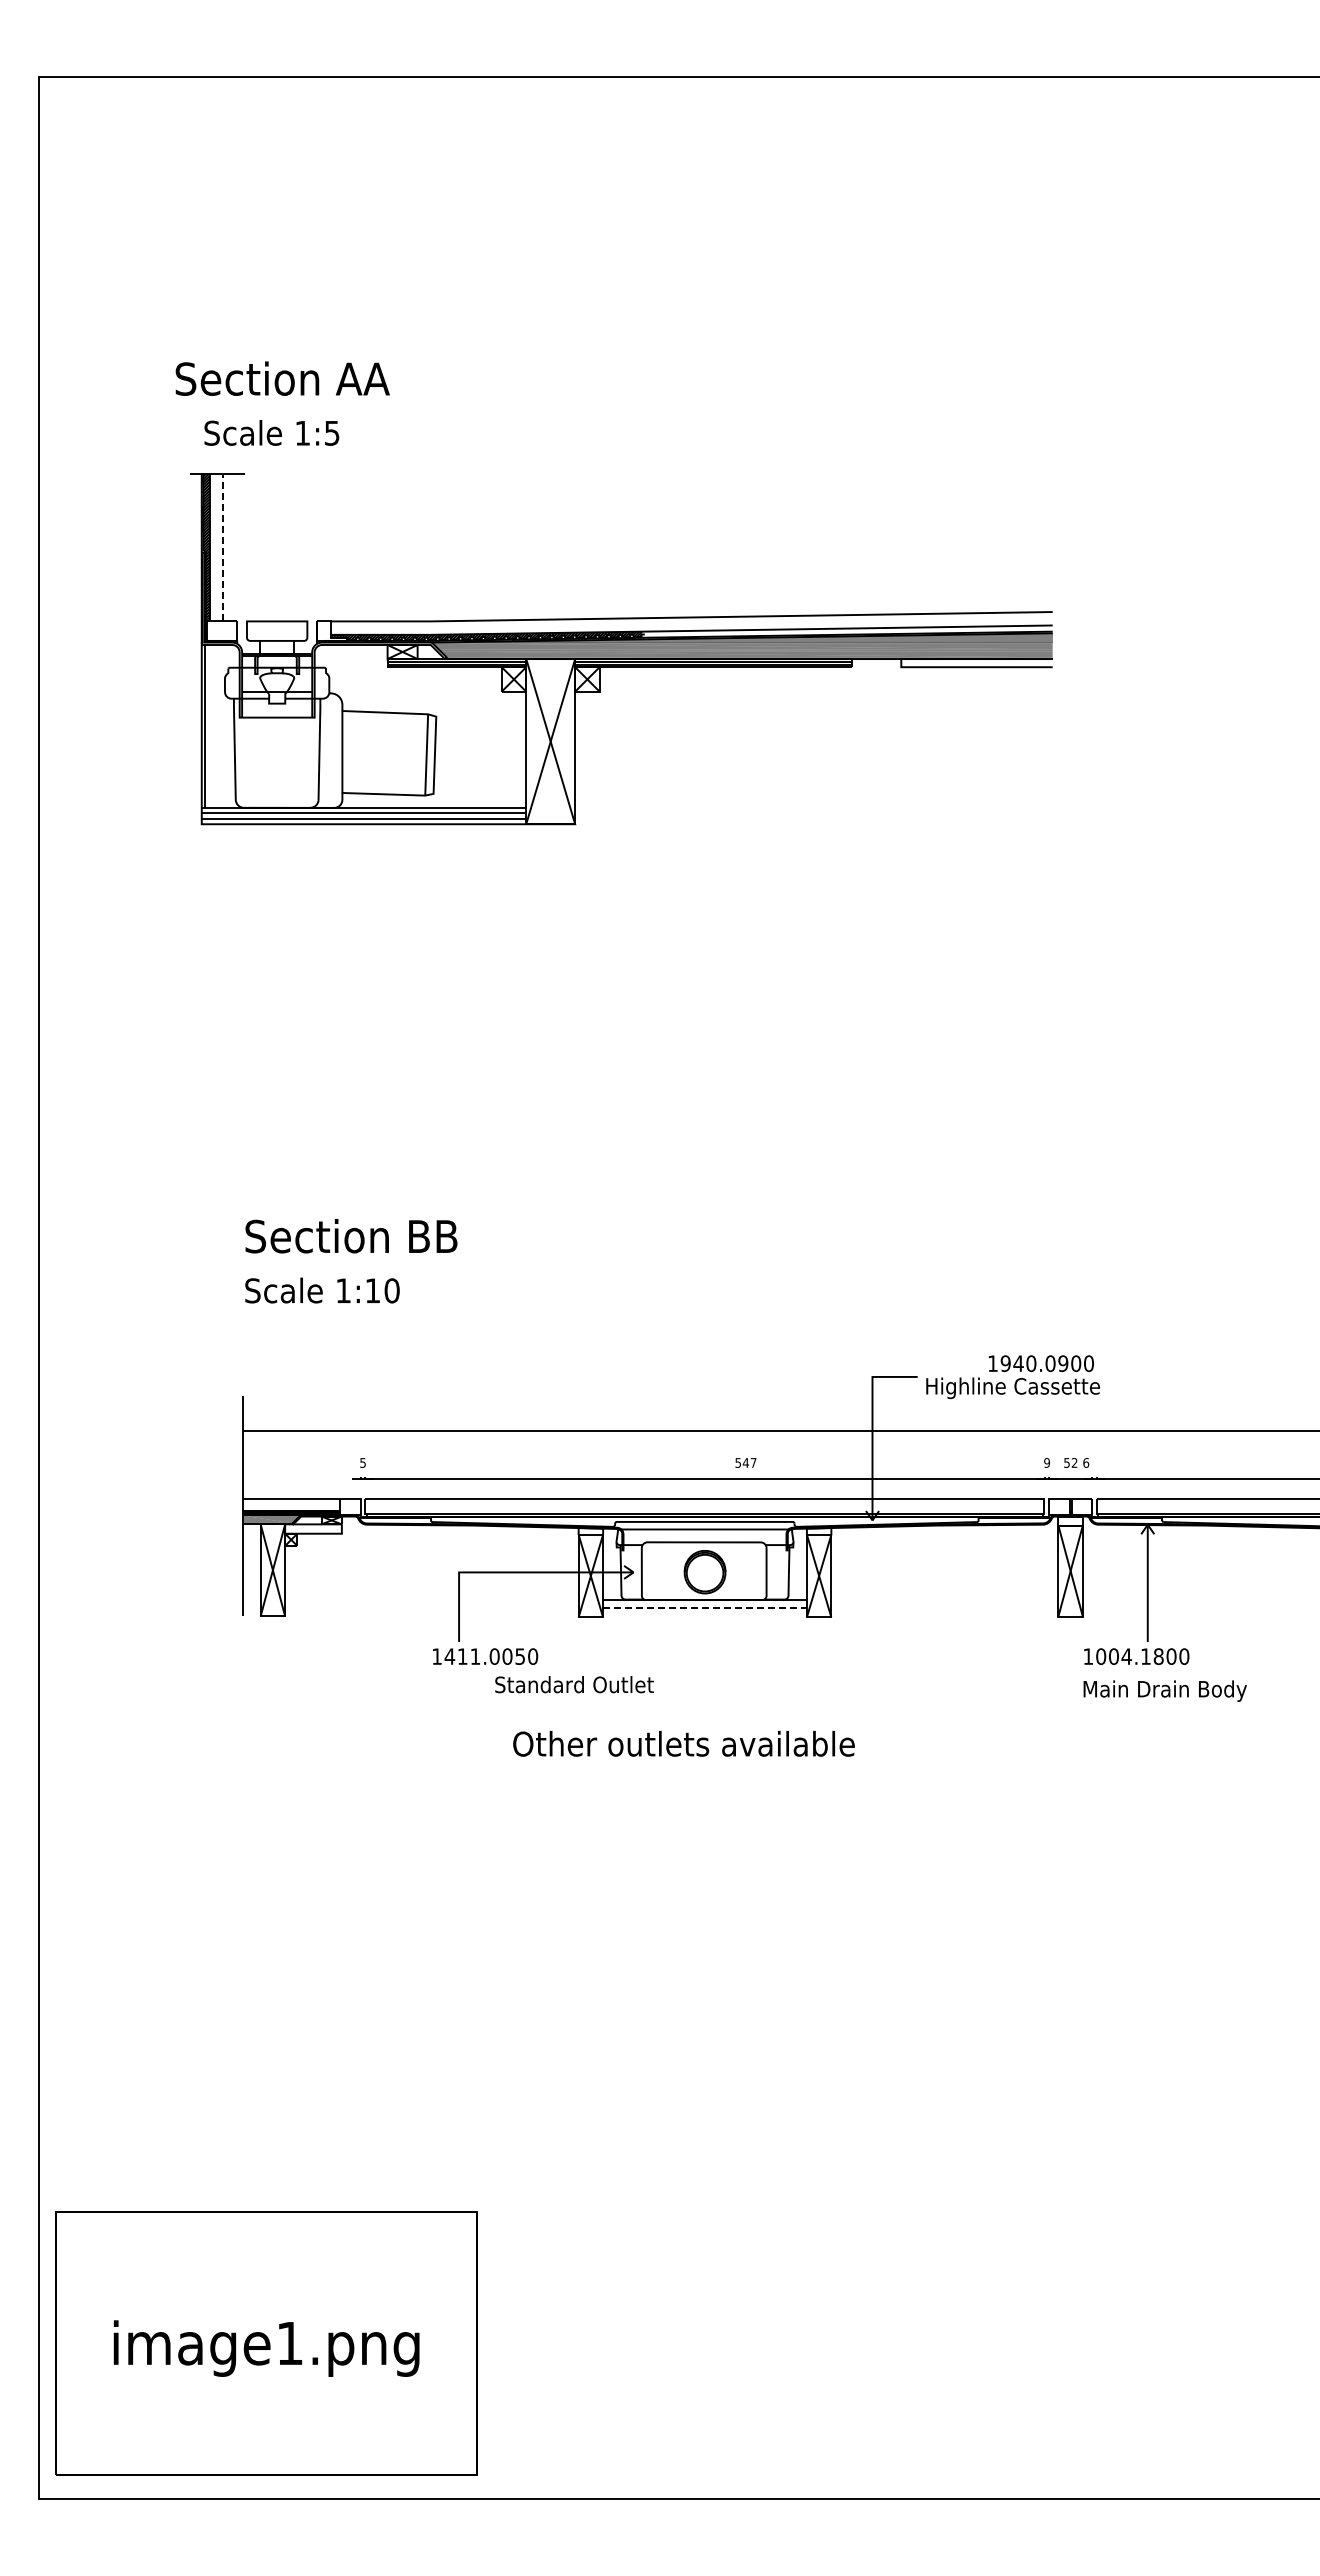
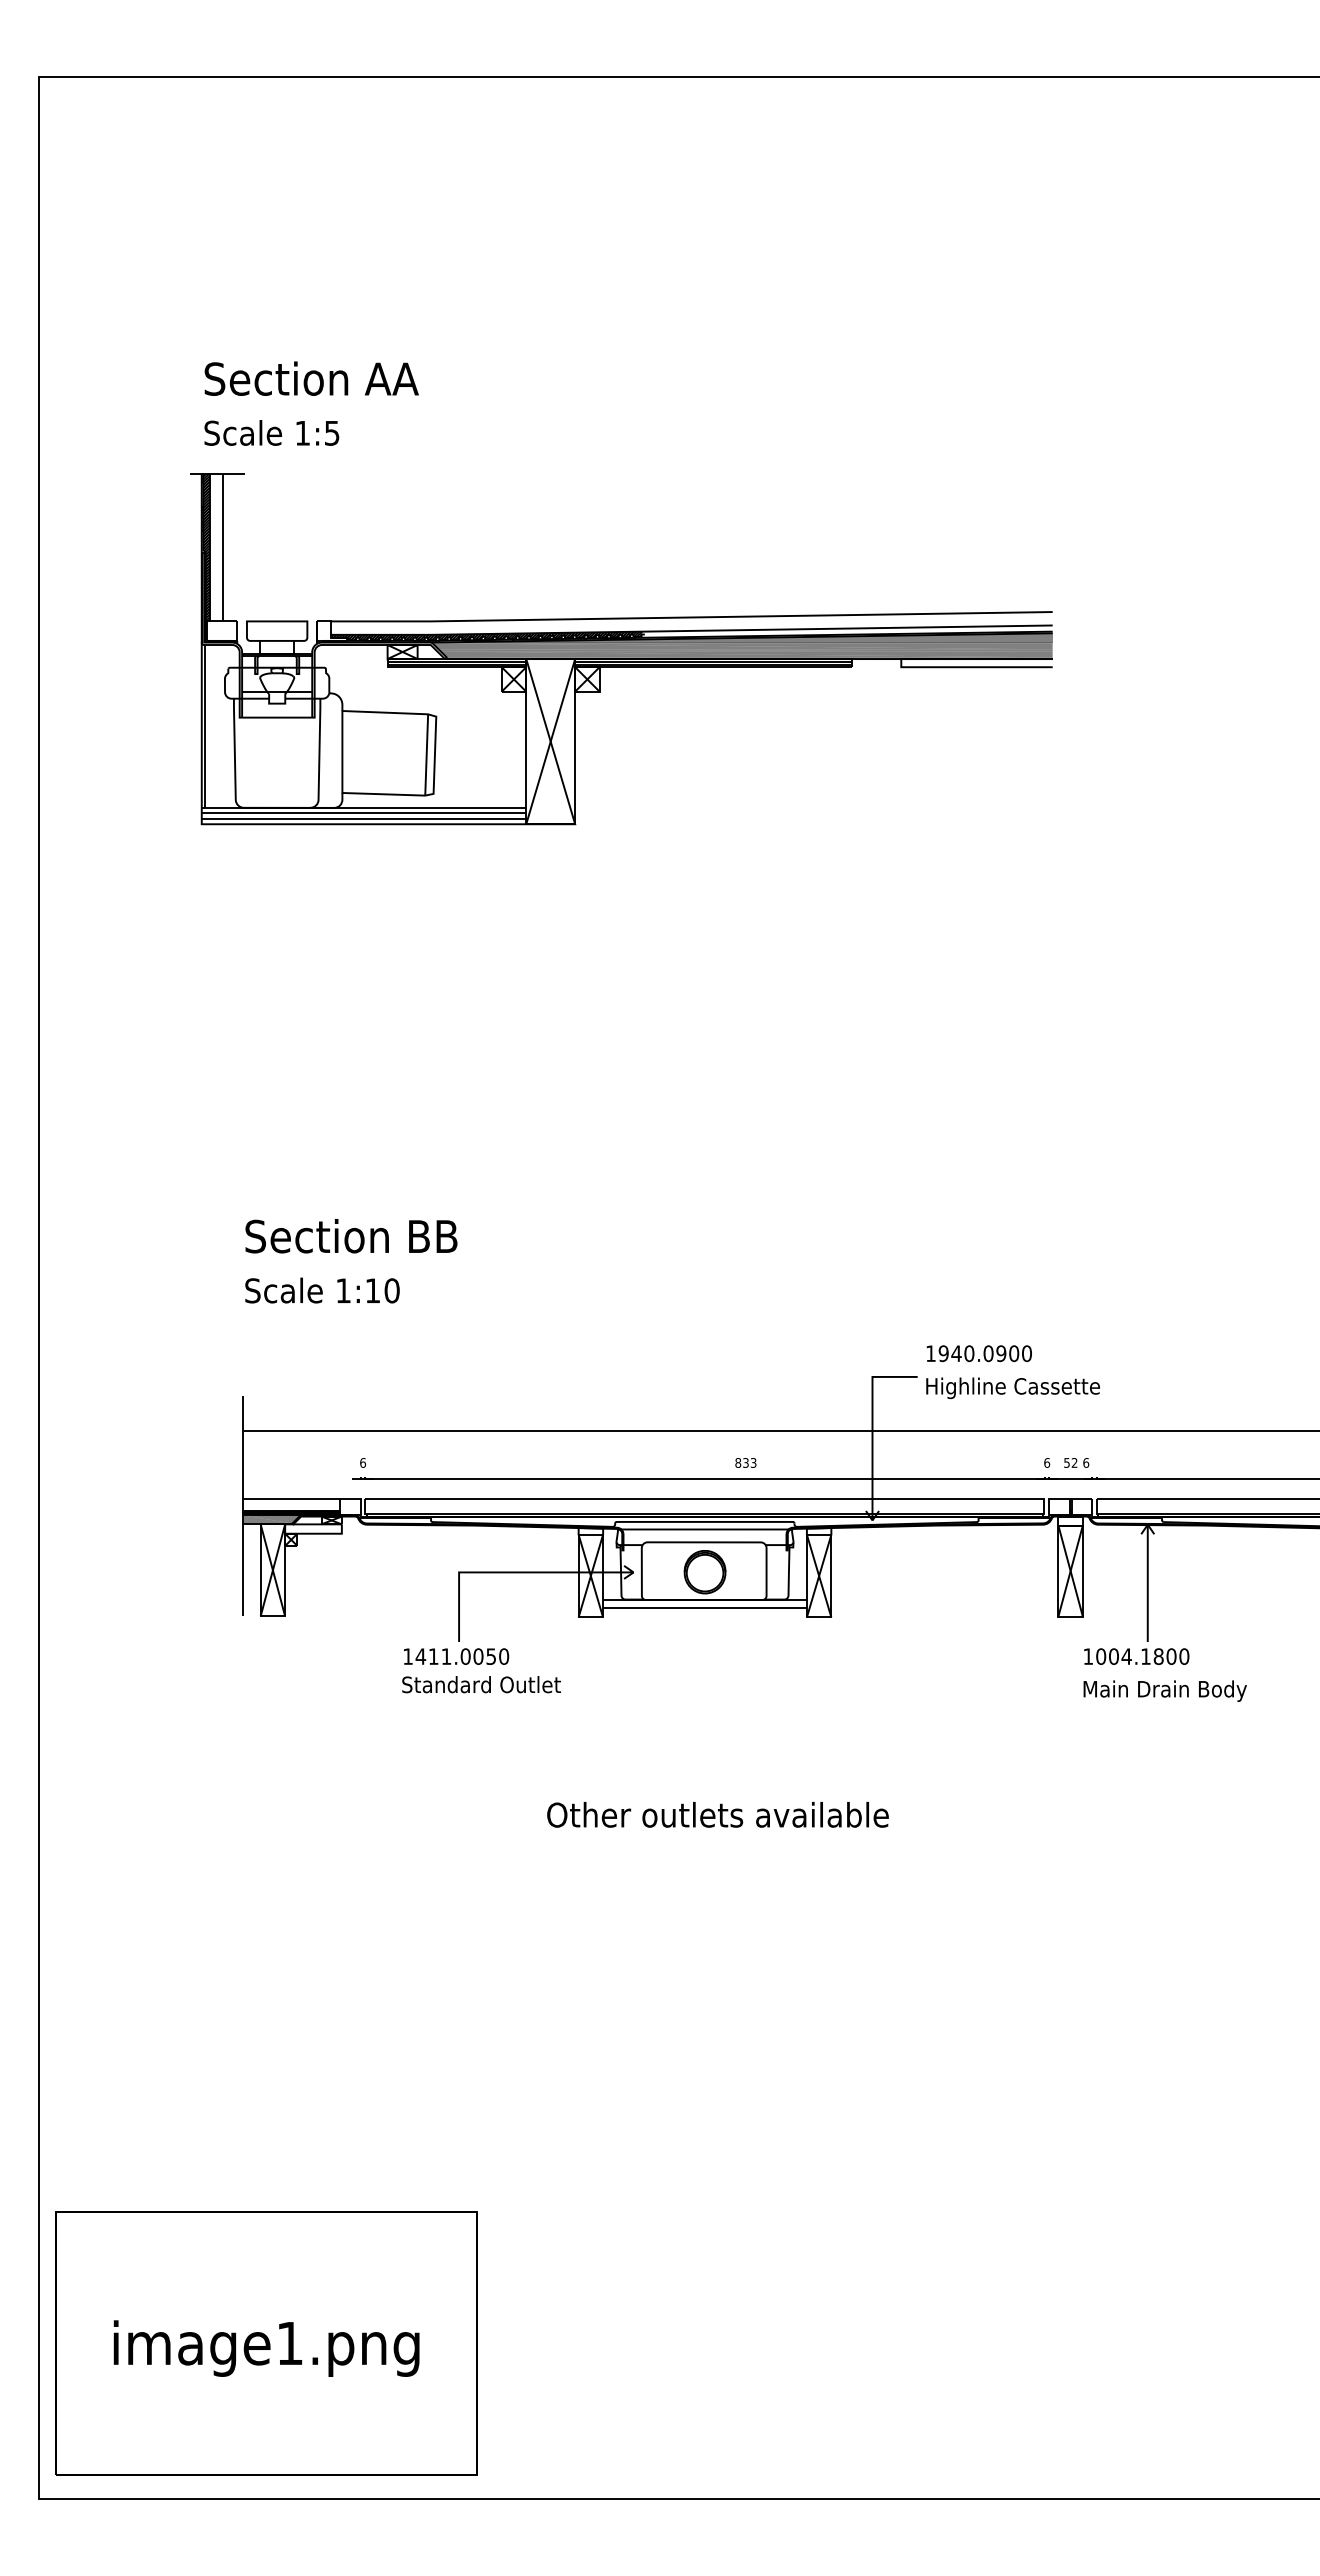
text at (282, 378) position: (282, 378) -> (311, 378)
line at (223, 547): dashed -> solid
text at (1040, 1363) position: (1040, 1363) -> (978, 1353)
text at (363, 1462): 5 -> 6
text at (745, 1462): 547 -> 833
text at (1047, 1462): 9 -> 6
line at (705, 1608): dashed -> solid
text at (485, 1656) position: (485, 1656) -> (456, 1656)
text at (574, 1684) position: (574, 1684) -> (481, 1684)
text at (683, 1743) position: (683, 1743) -> (717, 1814)
